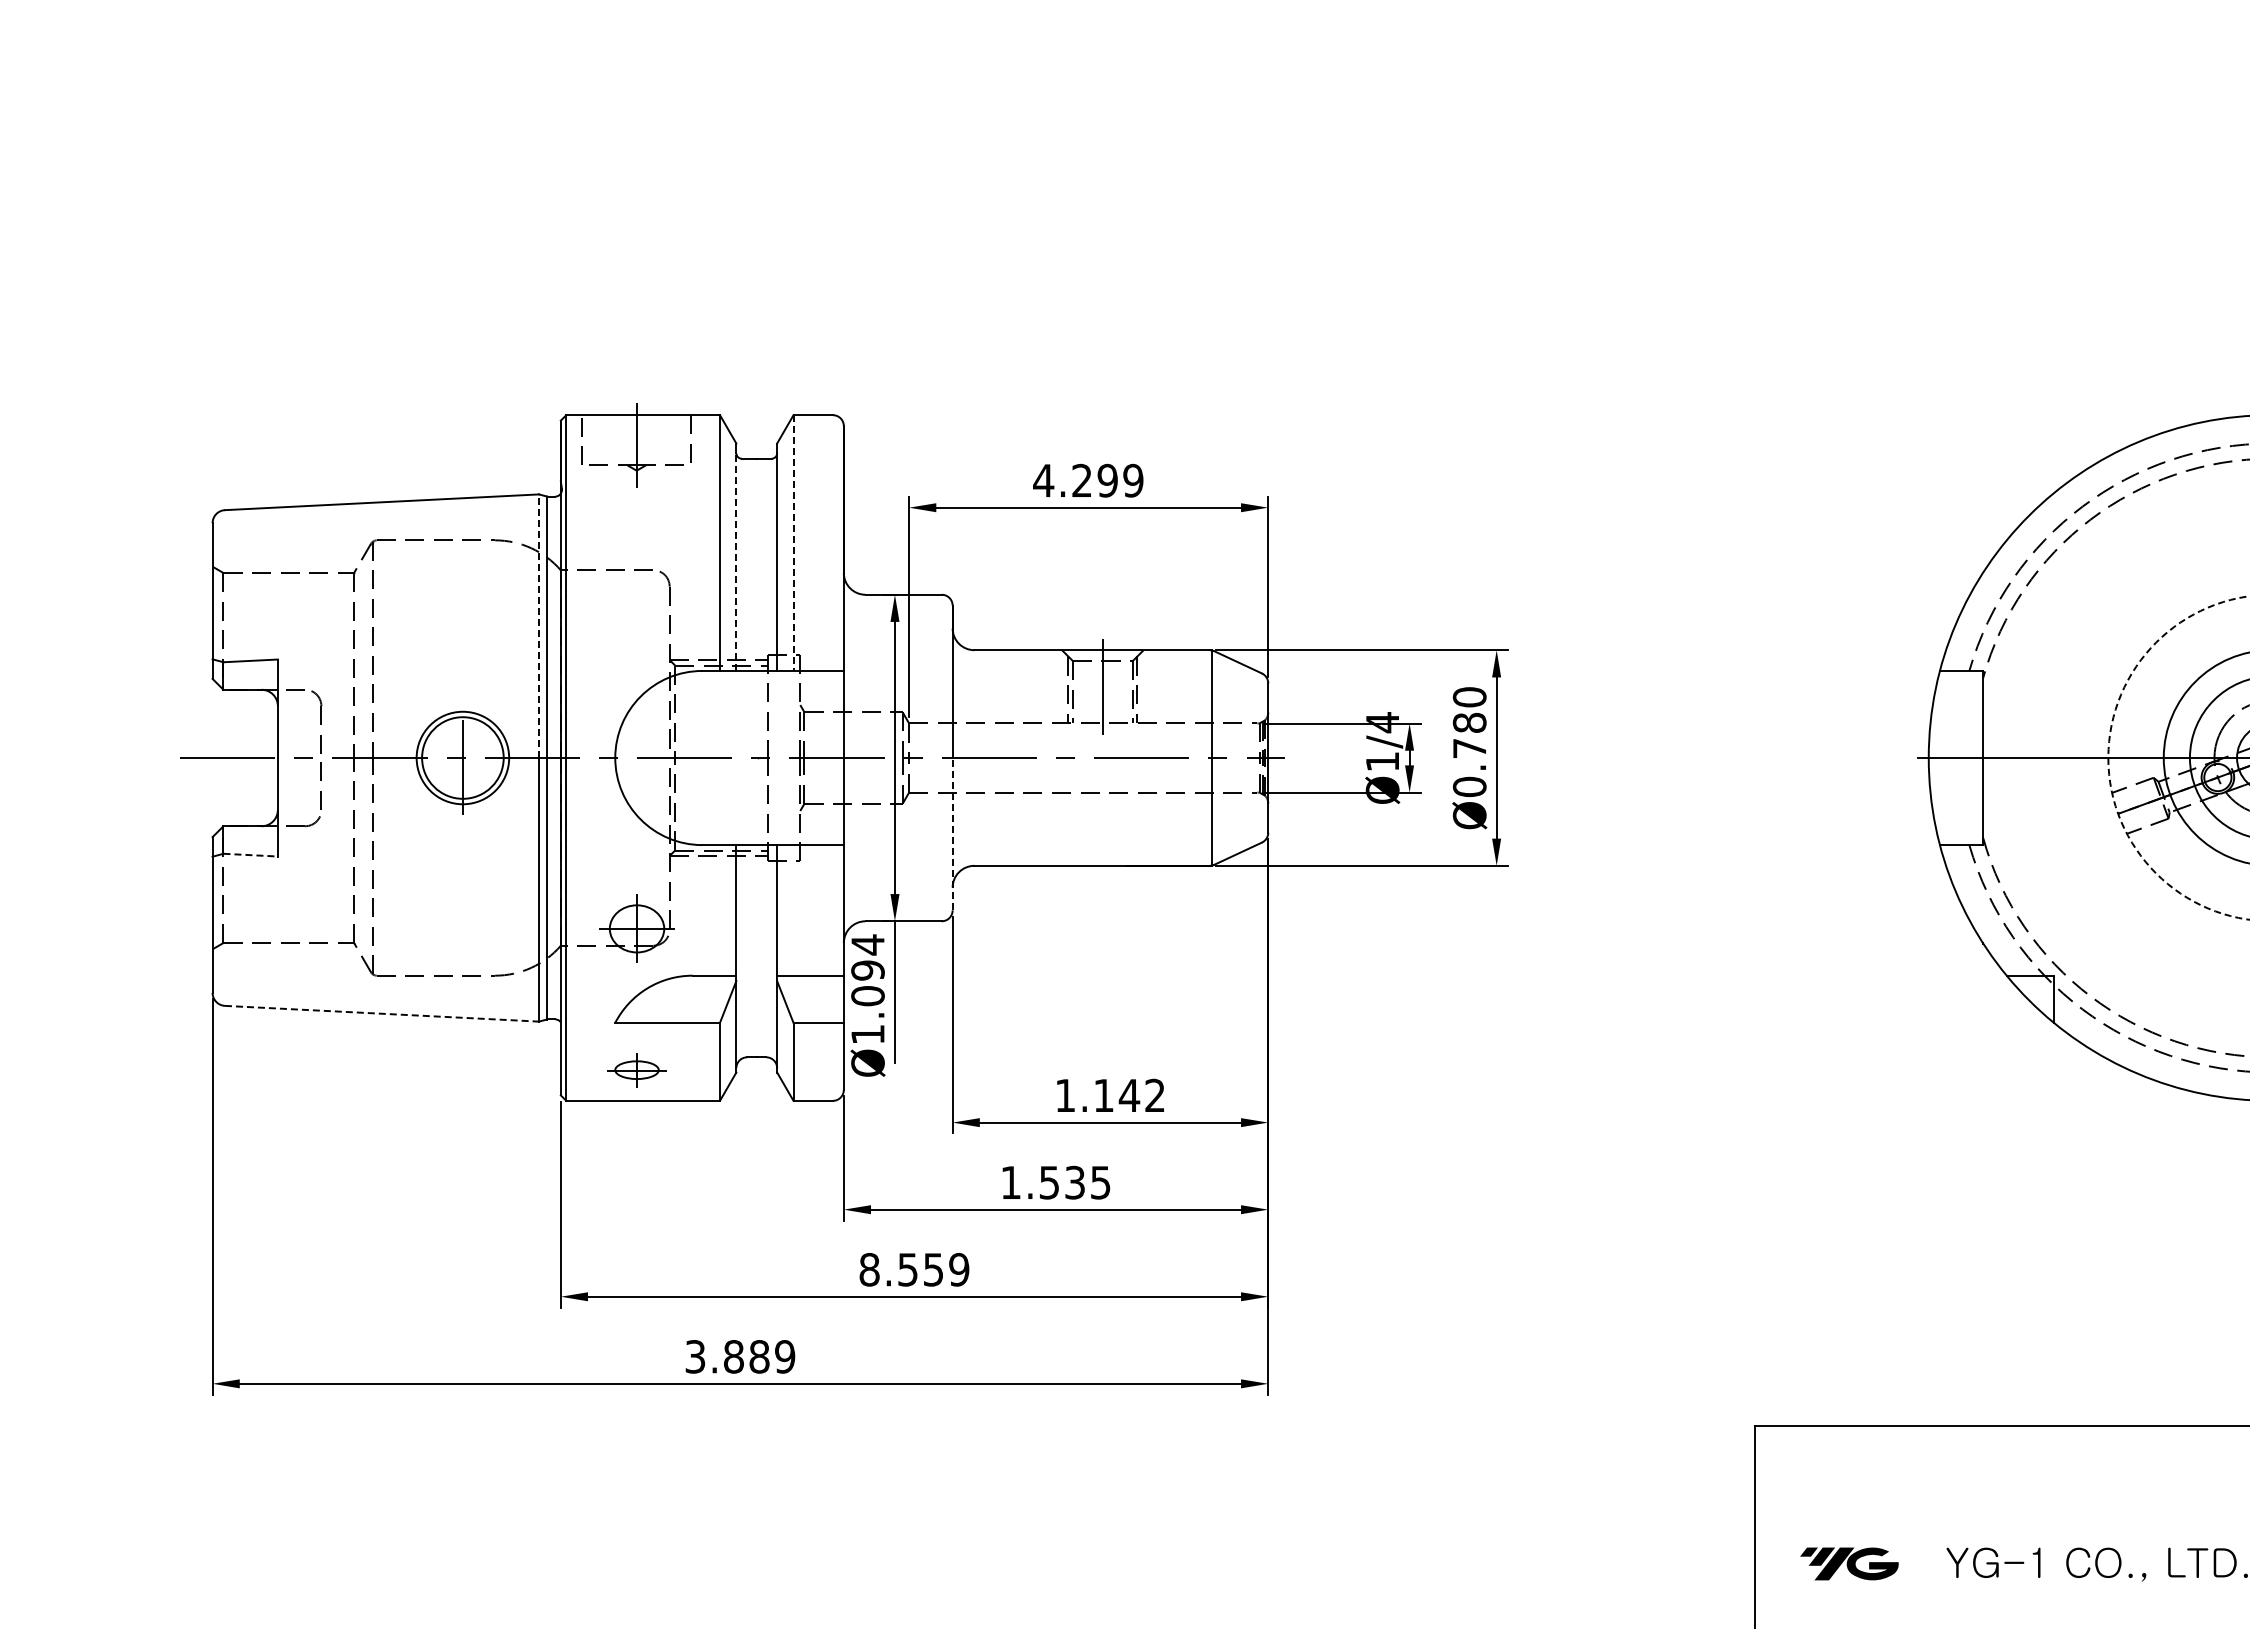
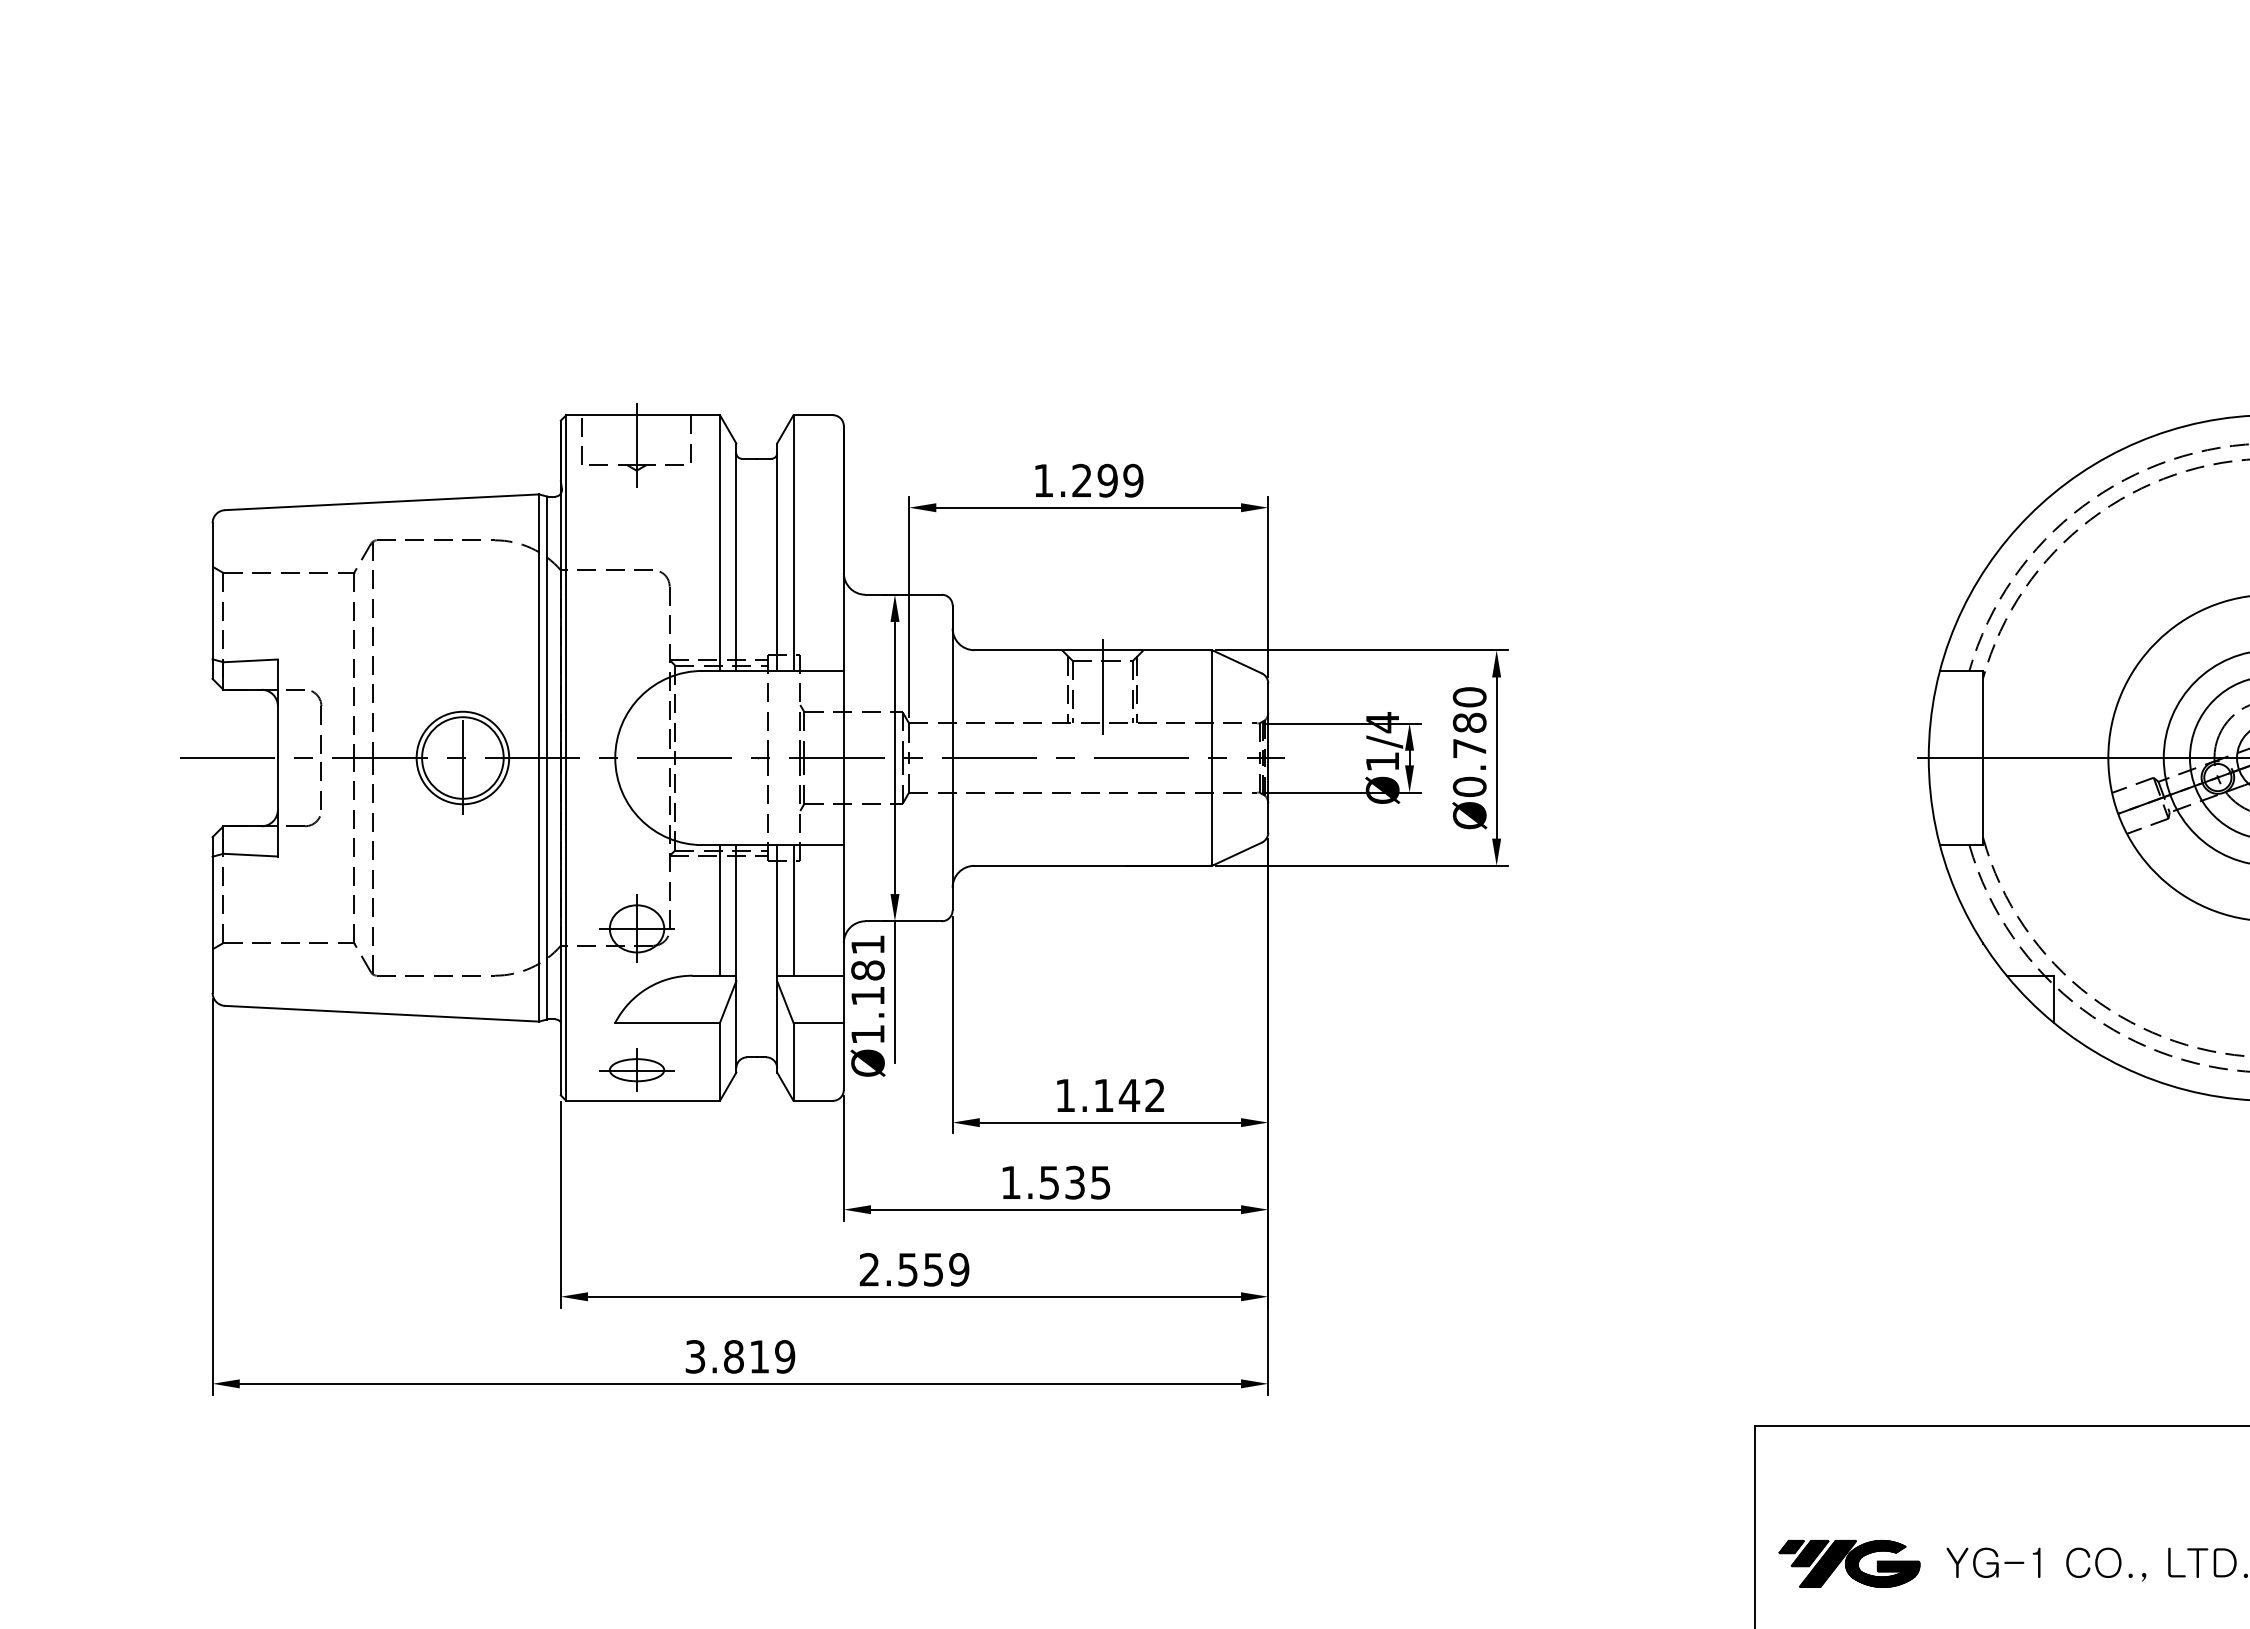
text at (1043, 480): 4.299 -> 1.299
line at (793, 543): dashed -> solid
line at (736, 562): dashed -> solid
line at (539, 626): dashed -> solid
circle at (2178, 757): dashed -> solid
line at (952, 833): dashed -> solid
line at (251, 855): dashed -> solid
line at (720, 910): none -> present
line at (793, 910): none -> present
text at (867, 970): Ø1.094 -> Ø1.181
line at (382, 1013): dashed -> solid
part at (636, 1070) size: 60x35 px -> 76x44 px
text at (869, 1269): 8.559 -> 2.559
text at (759, 1356): 3.889 -> 3.819
part at (1849, 1563) size: 99x34 px -> 143x48 px
